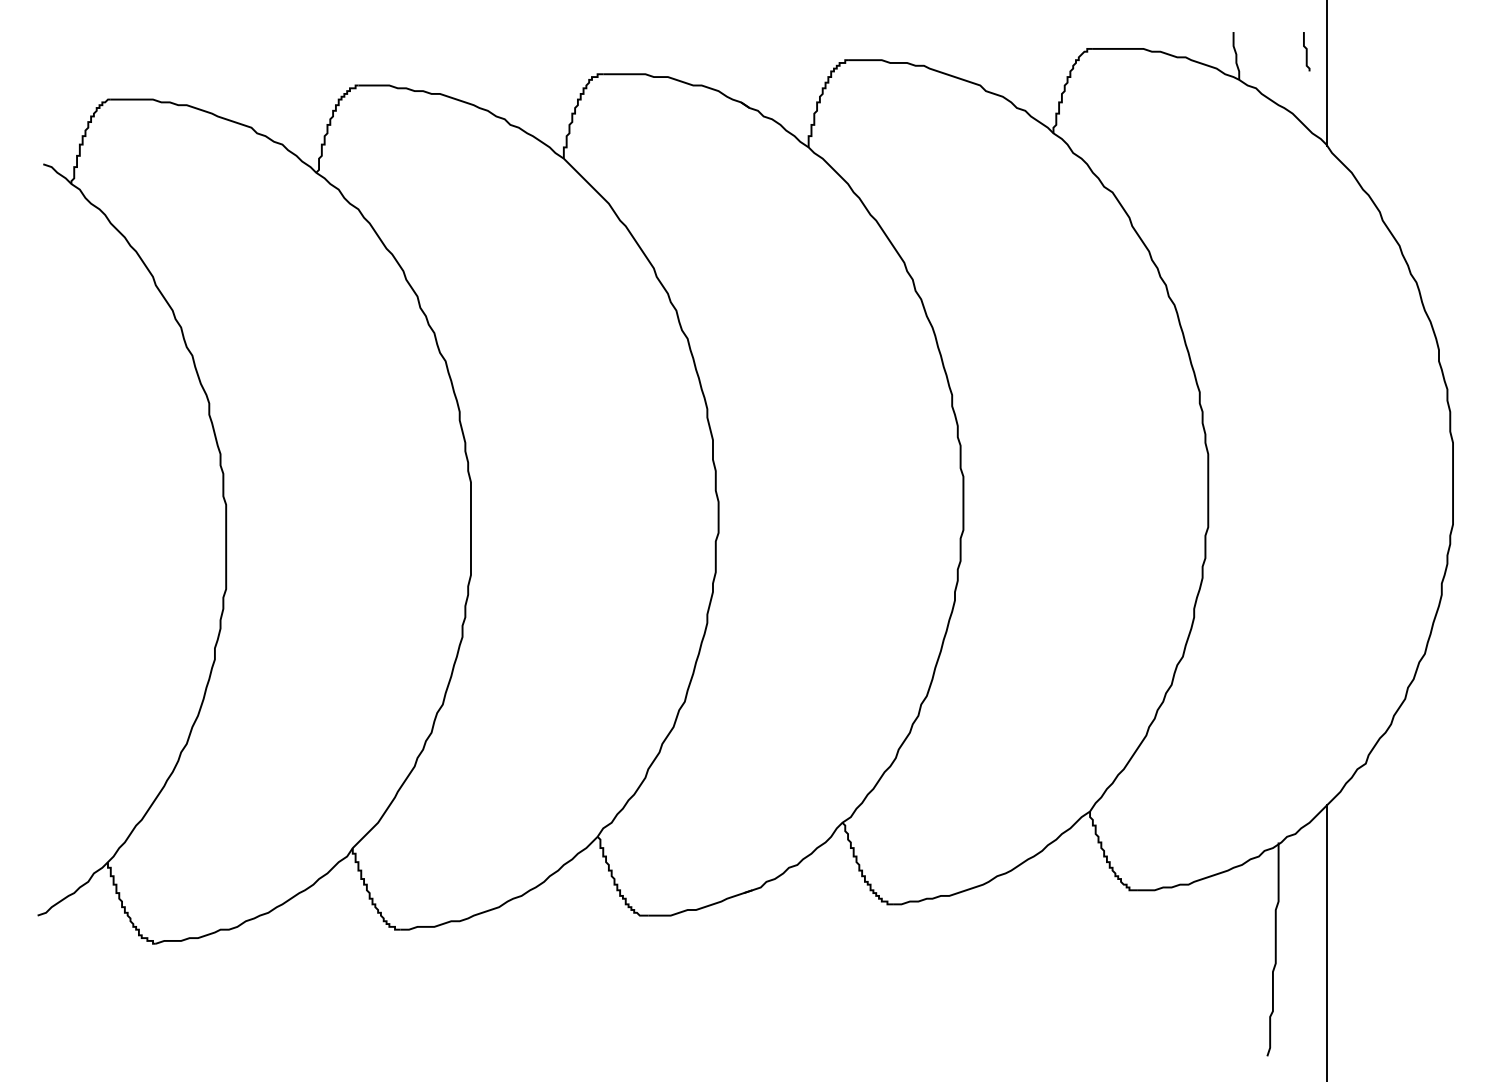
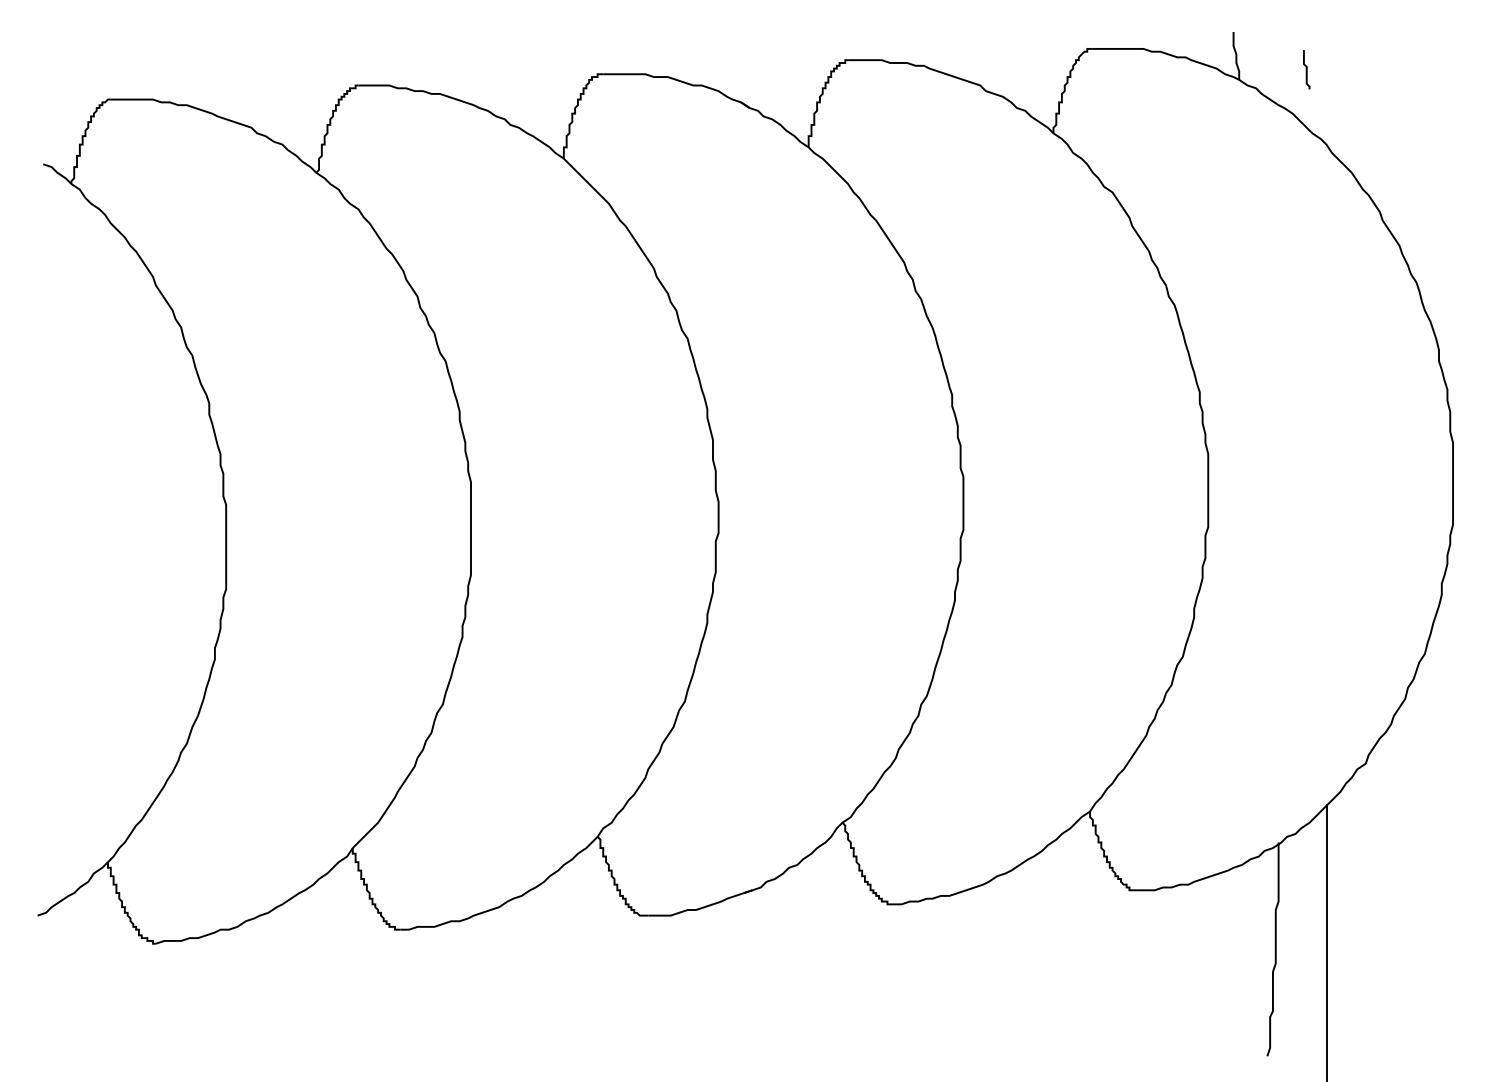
curve at (1306, 51) position: (1306, 51) -> (1306, 69)
line at (1326, 74): present -> none
